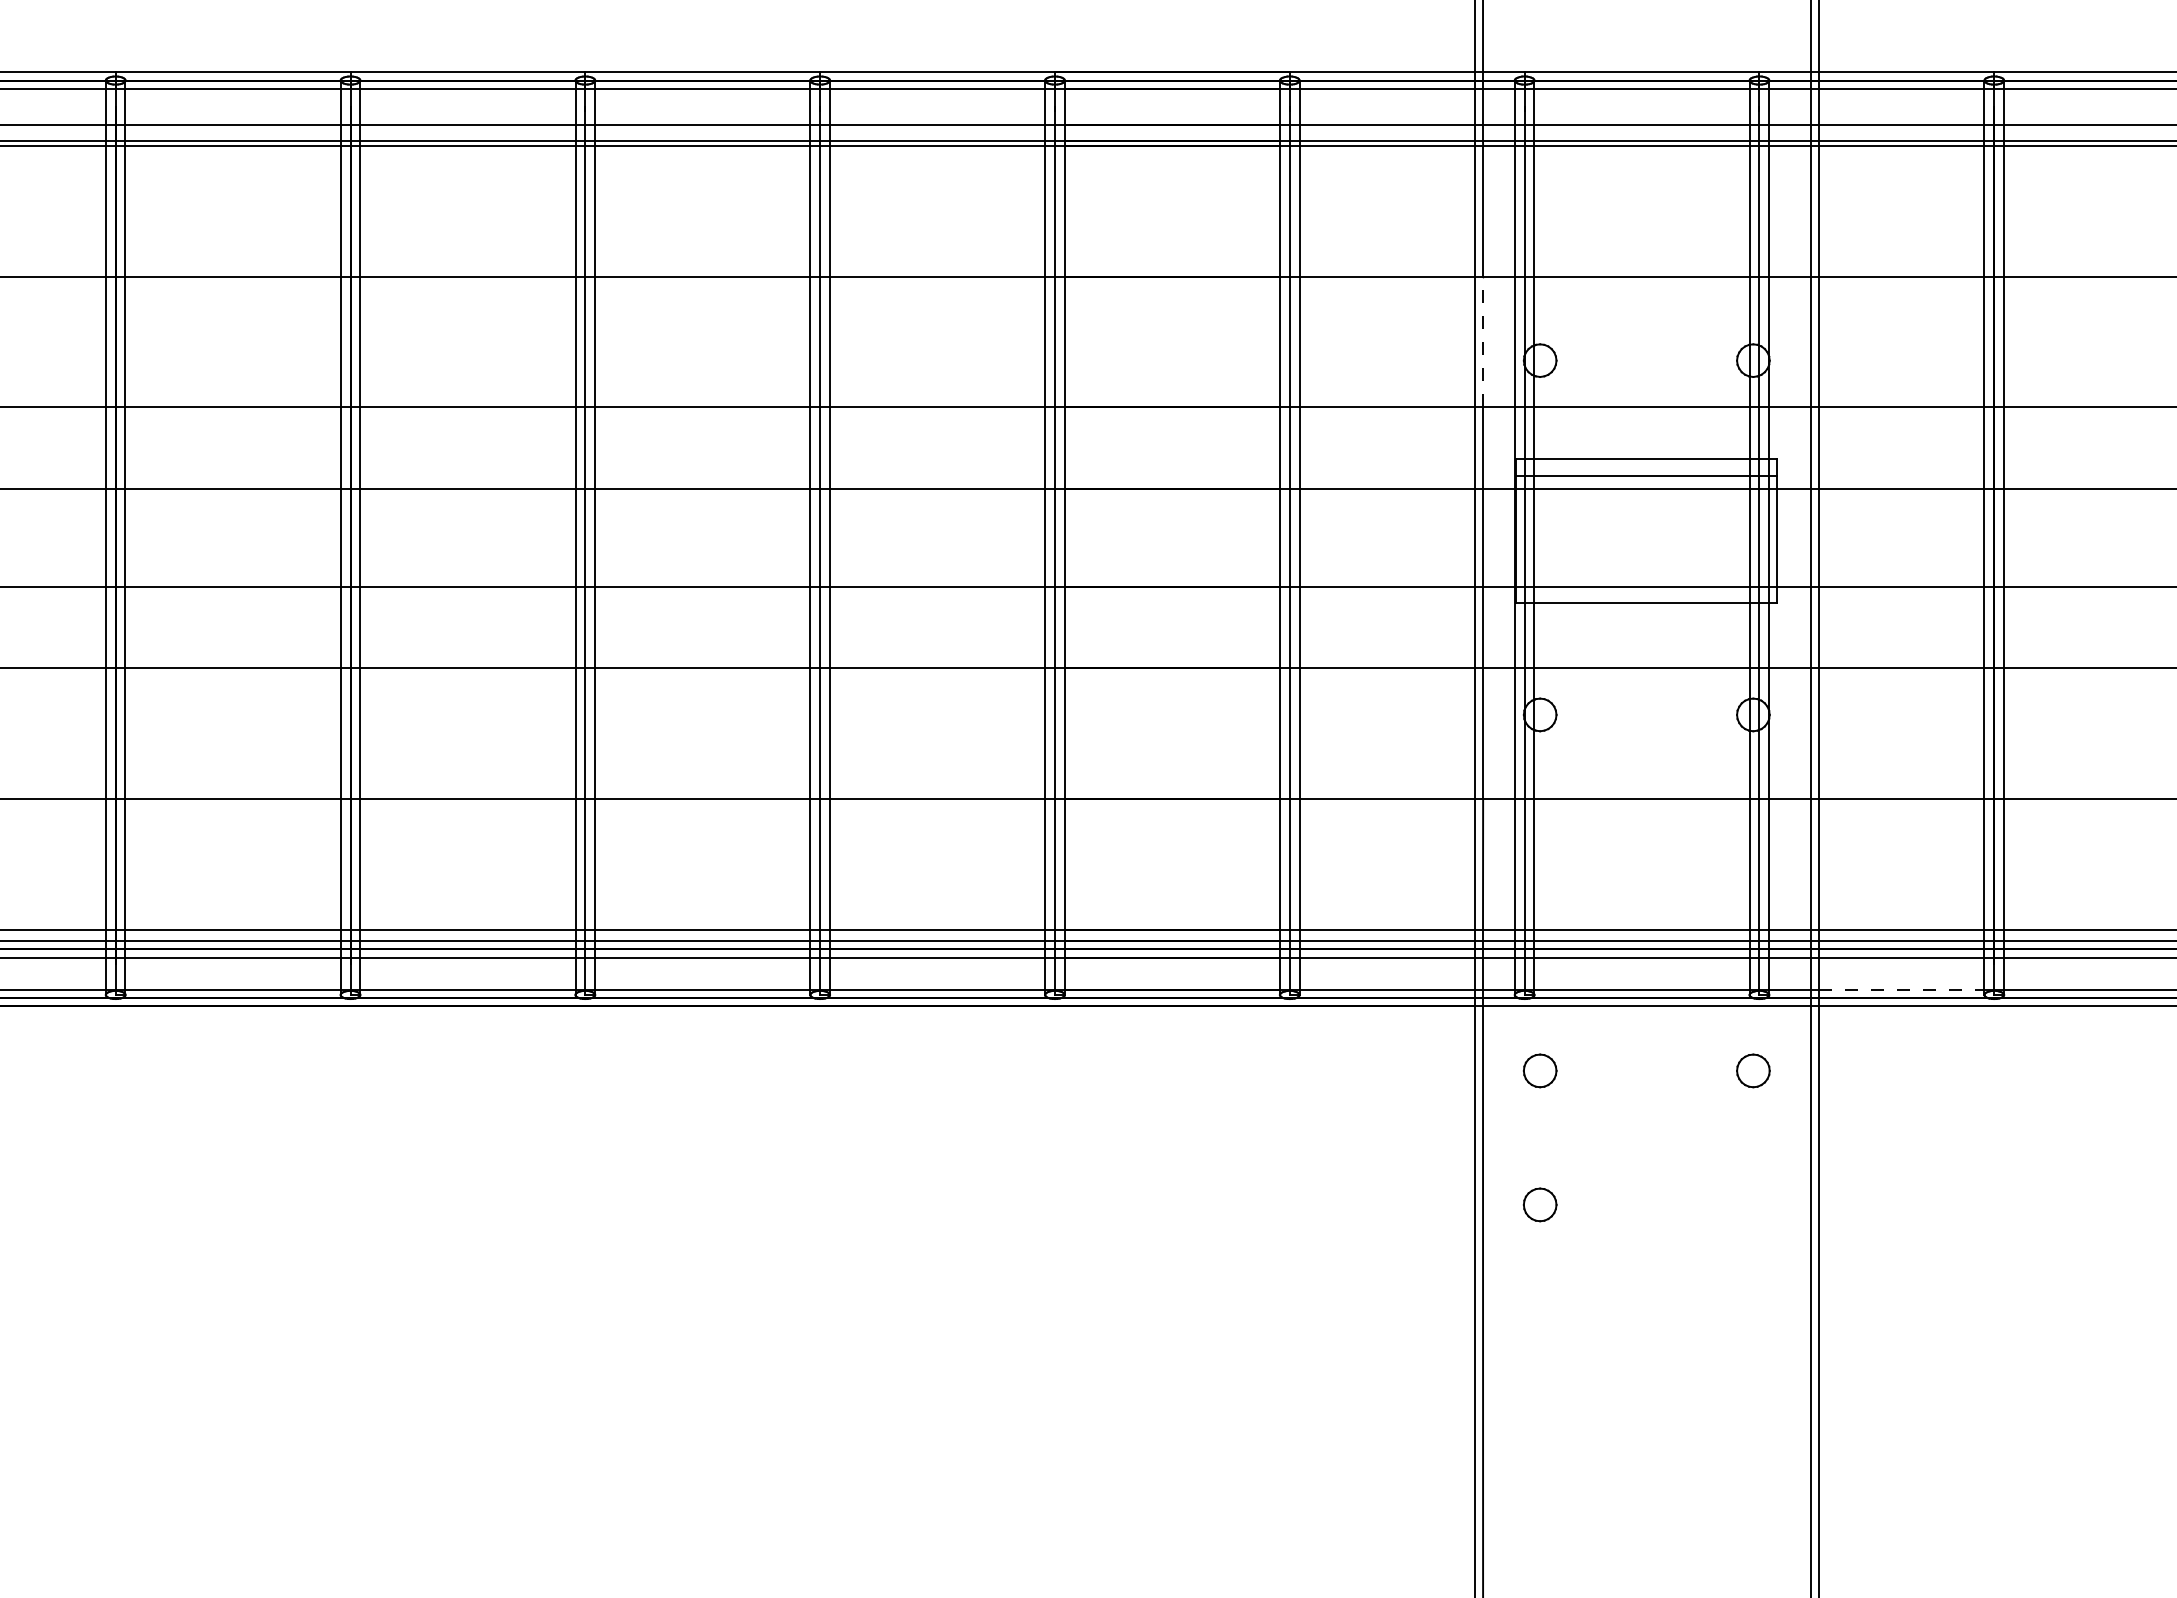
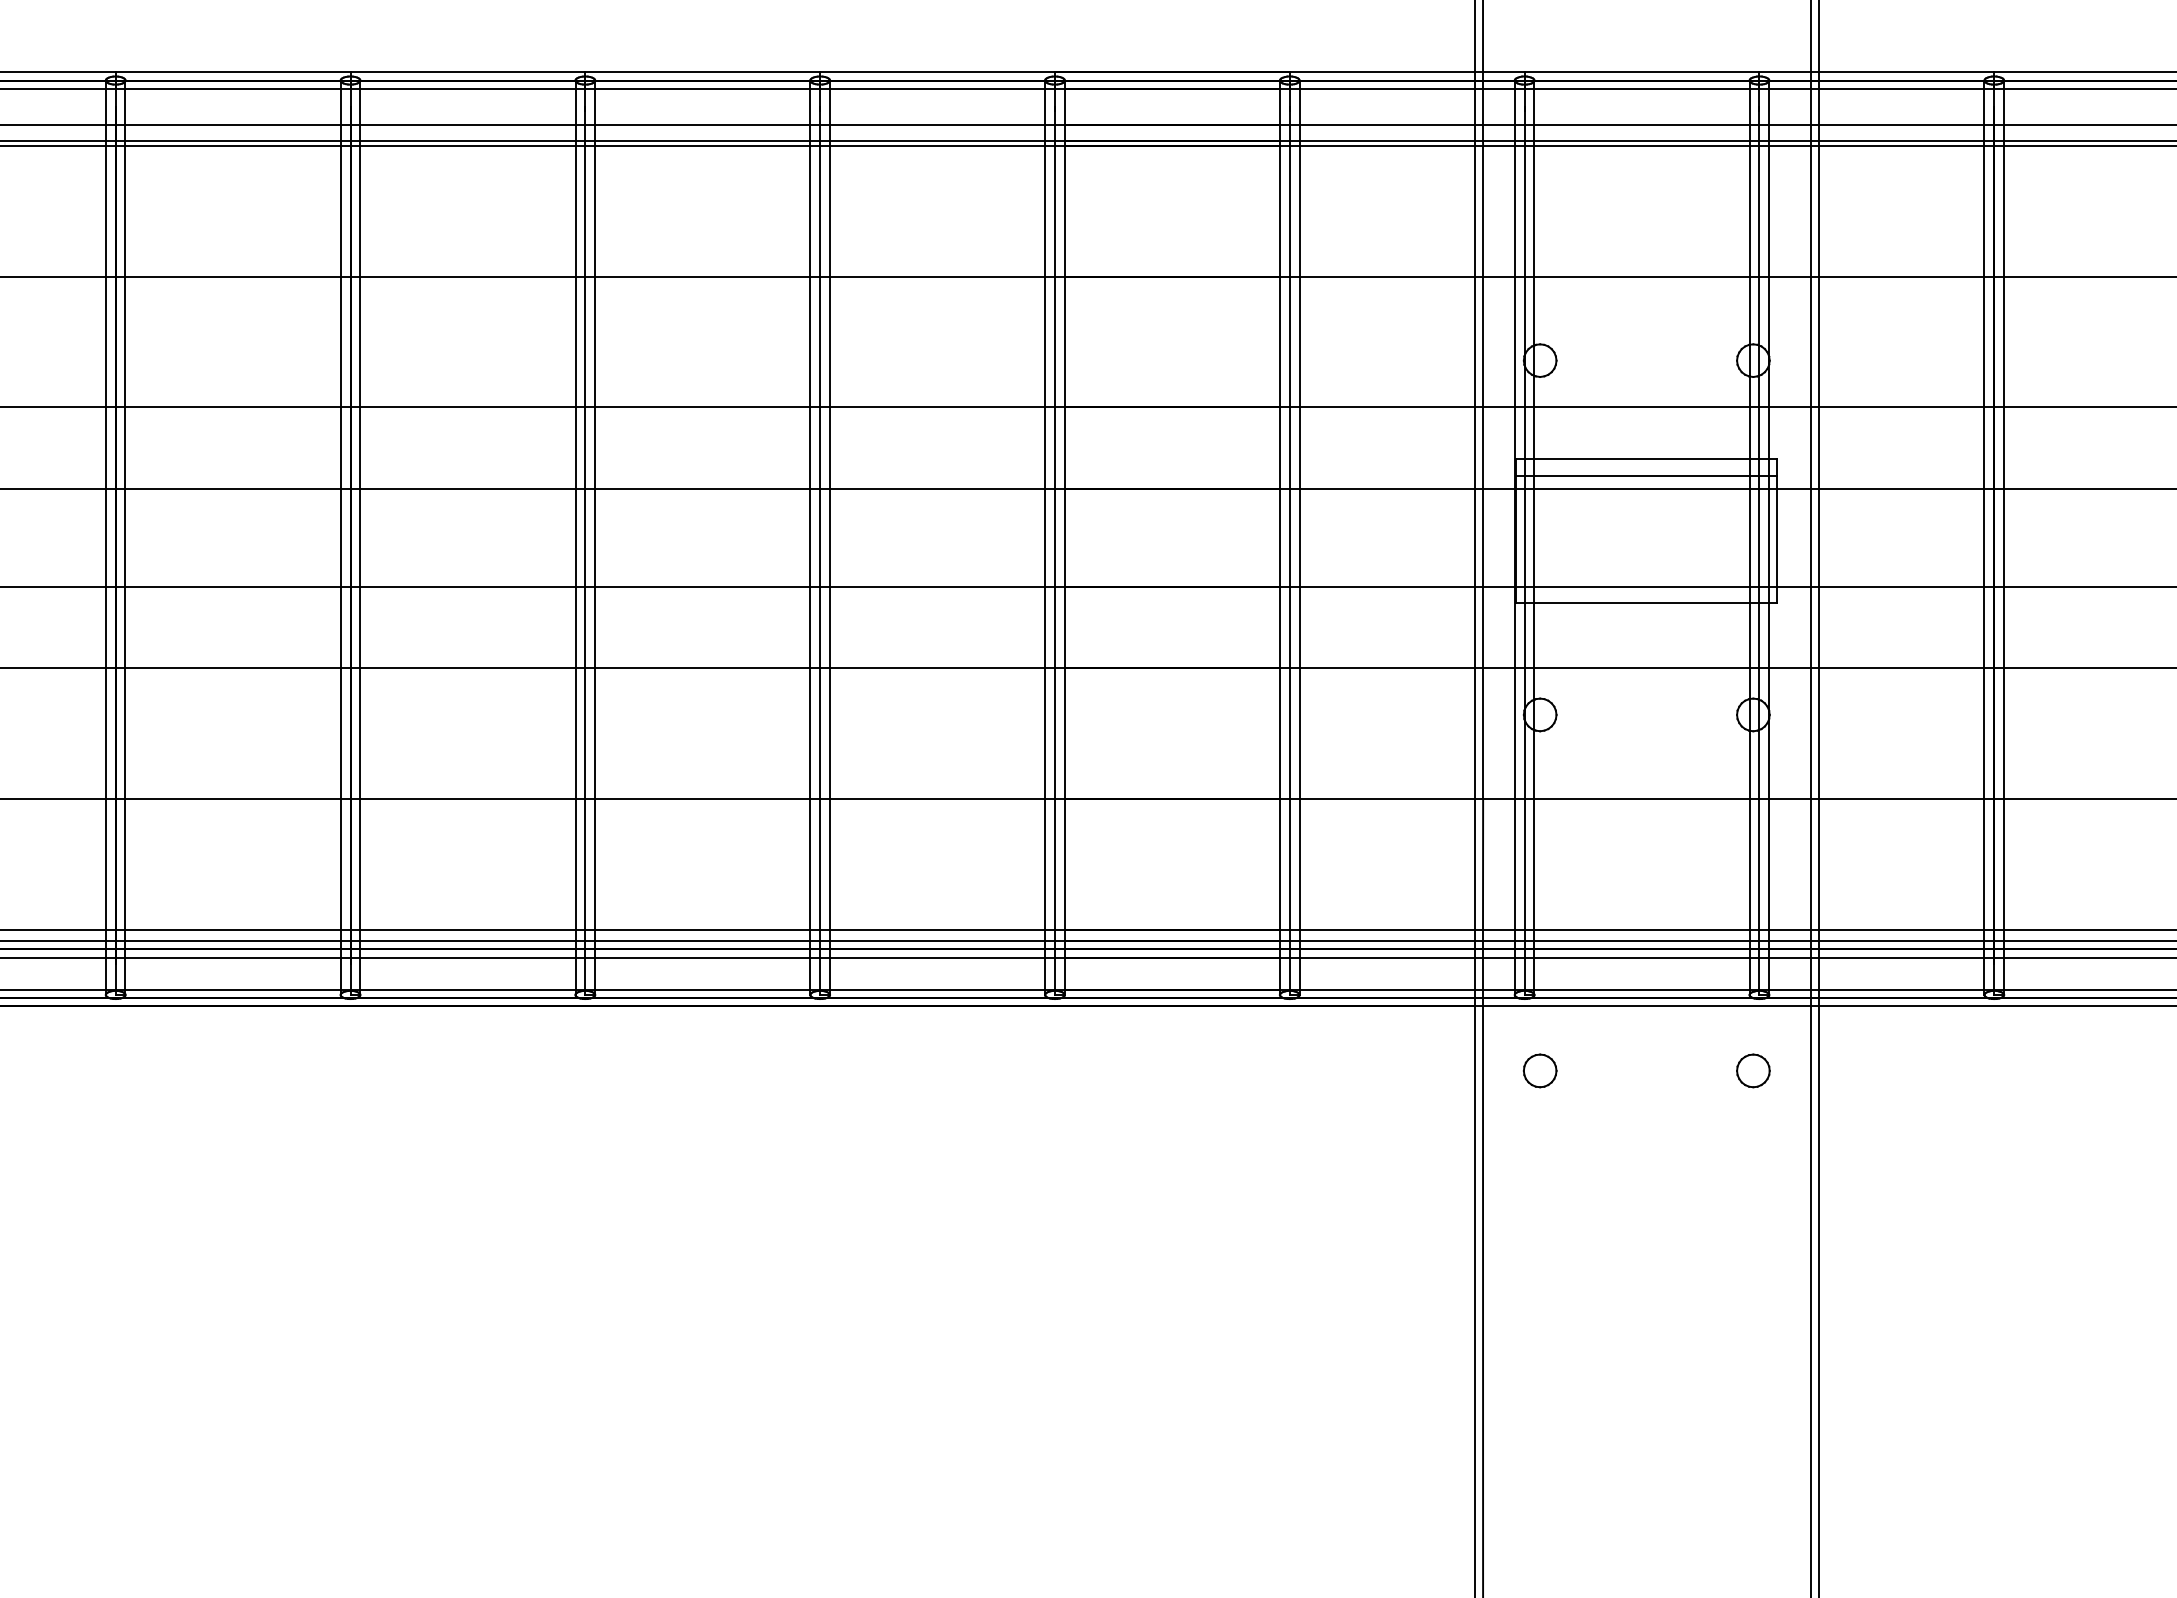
line at (1483, 341): dashed -> solid
line at (1901, 989): dashed -> solid
part at (1539, 1204): present -> none
